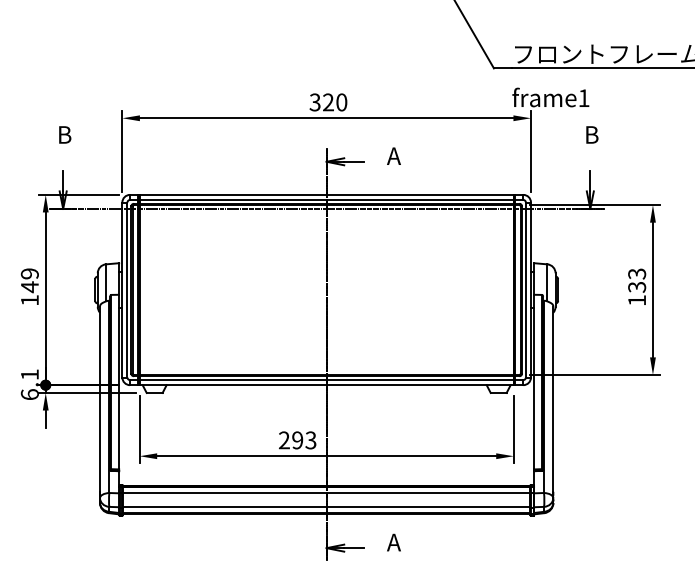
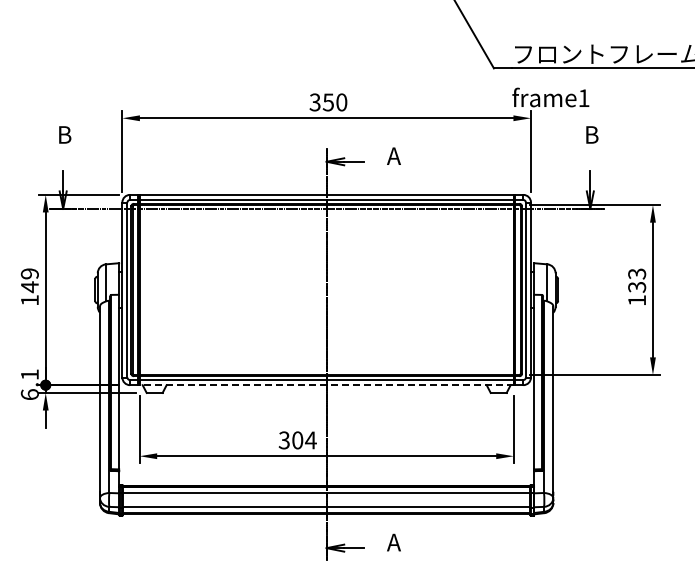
text at (327, 102): 320 -> 350
line at (326, 385): solid -> dashed
text at (297, 440): 293 -> 304
